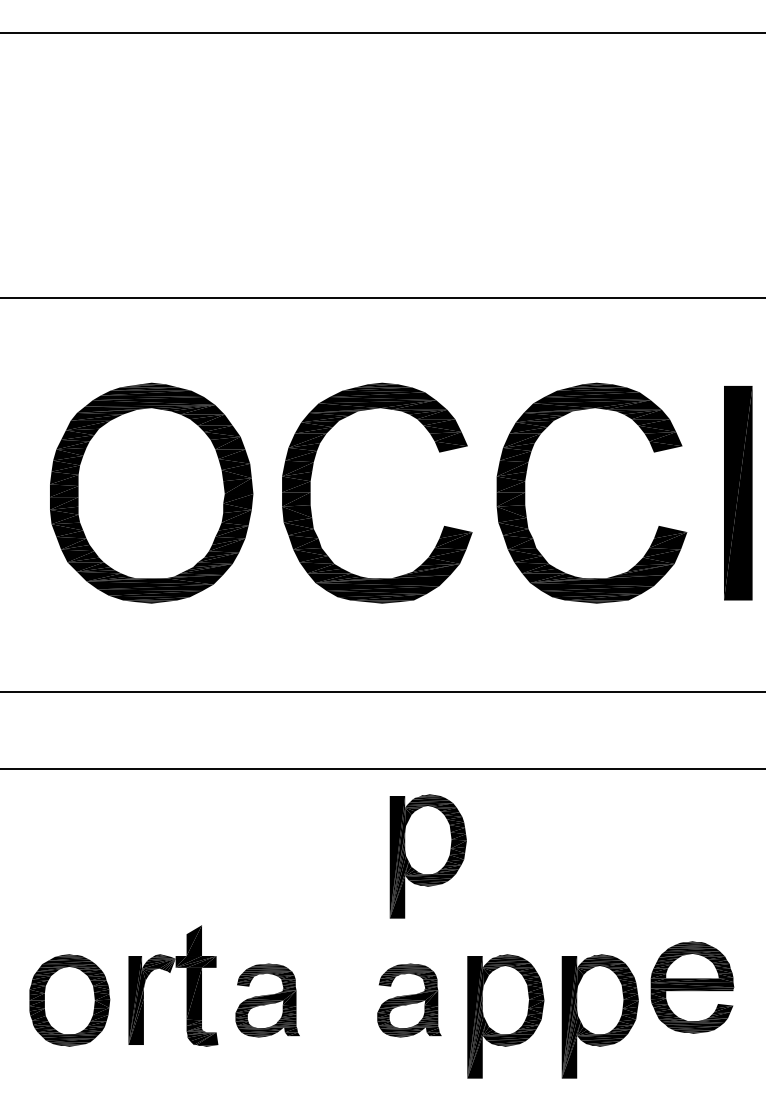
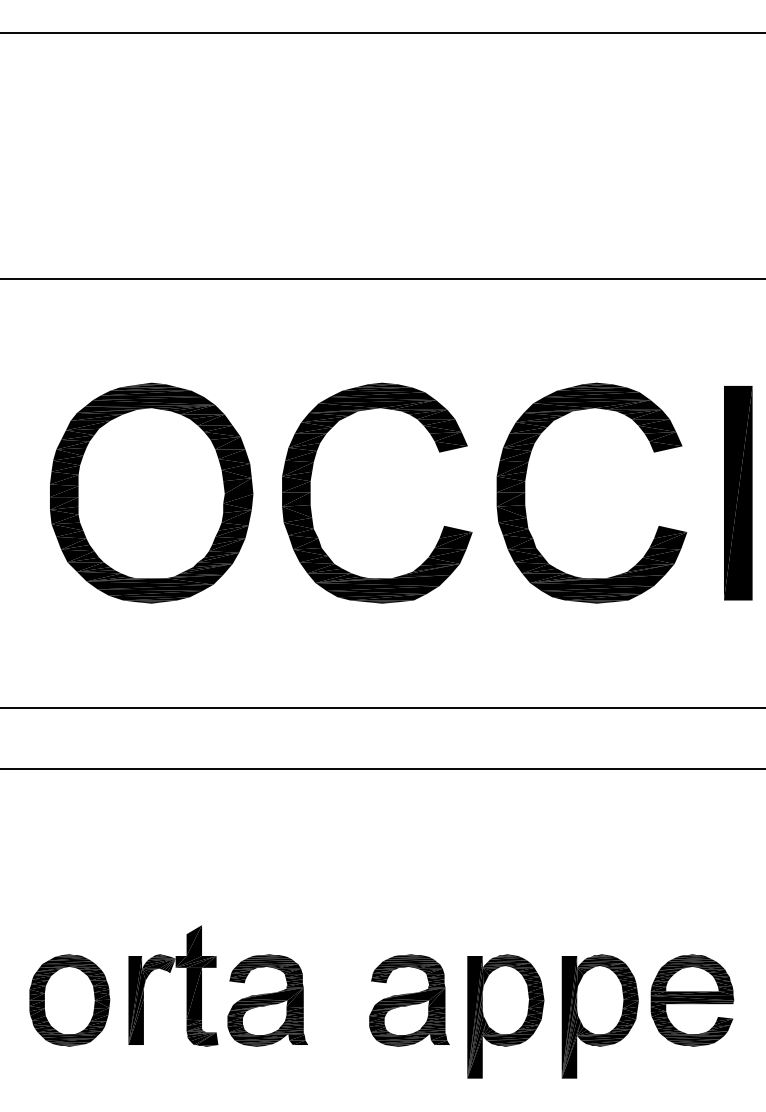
line at (382, 297) position: (382, 297) -> (382, 278)
line at (382, 691) position: (382, 691) -> (382, 707)
part at (427, 856): present -> none
part at (692, 987) position: (692, 987) -> (692, 1000)
part at (267, 1000) size: 65x75 px -> 81x93 px
part at (409, 1000) size: 65x75 px -> 81x93 px
